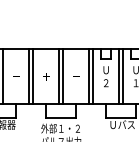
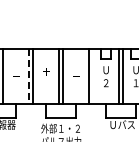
text at (46, 76) position: (46, 76) -> (46, 71)
line at (92, 76): present -> none
line at (28, 77): solid -> dashed
